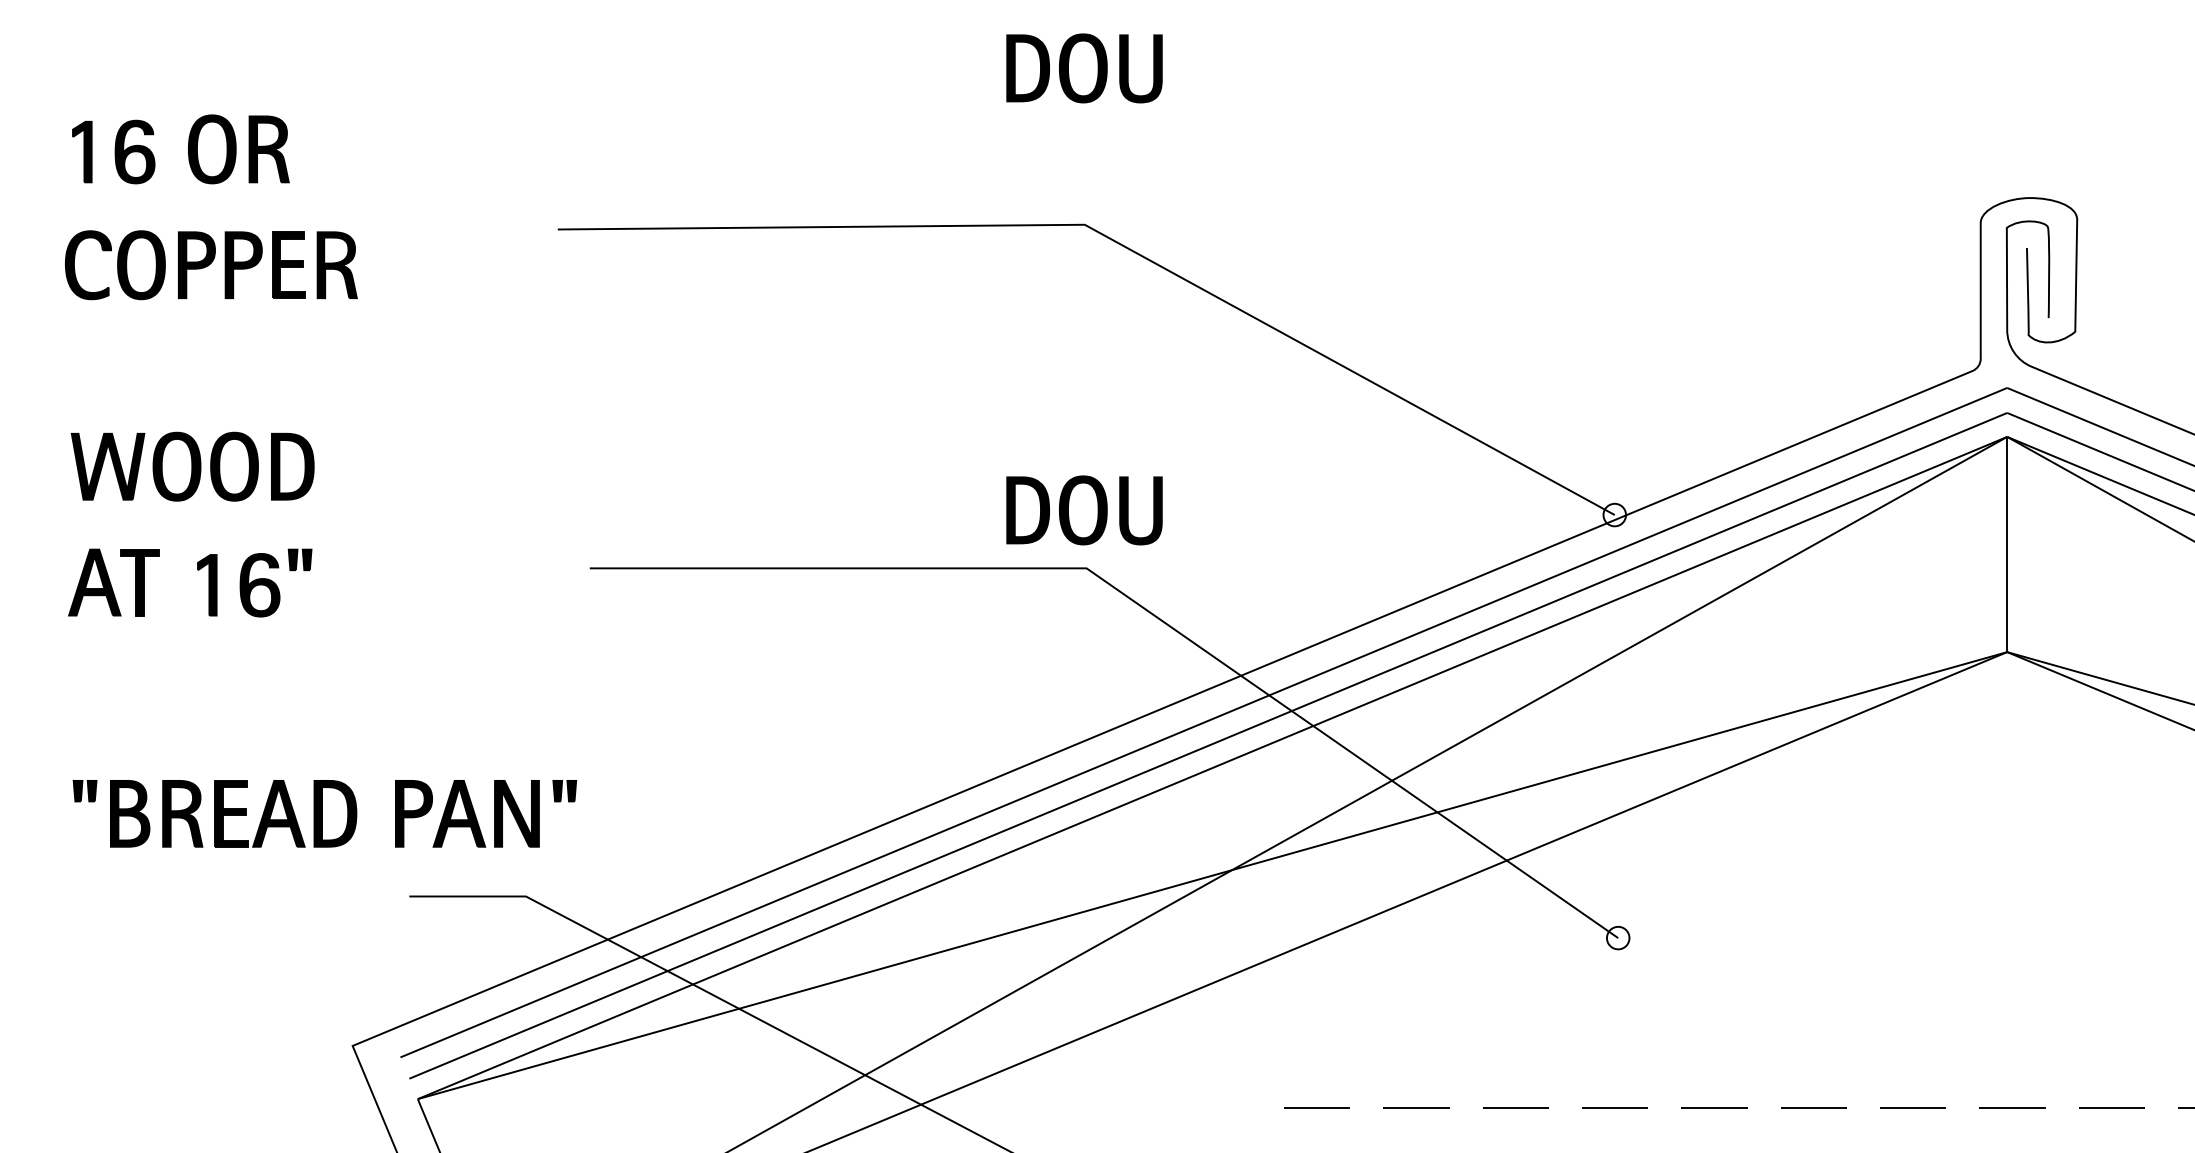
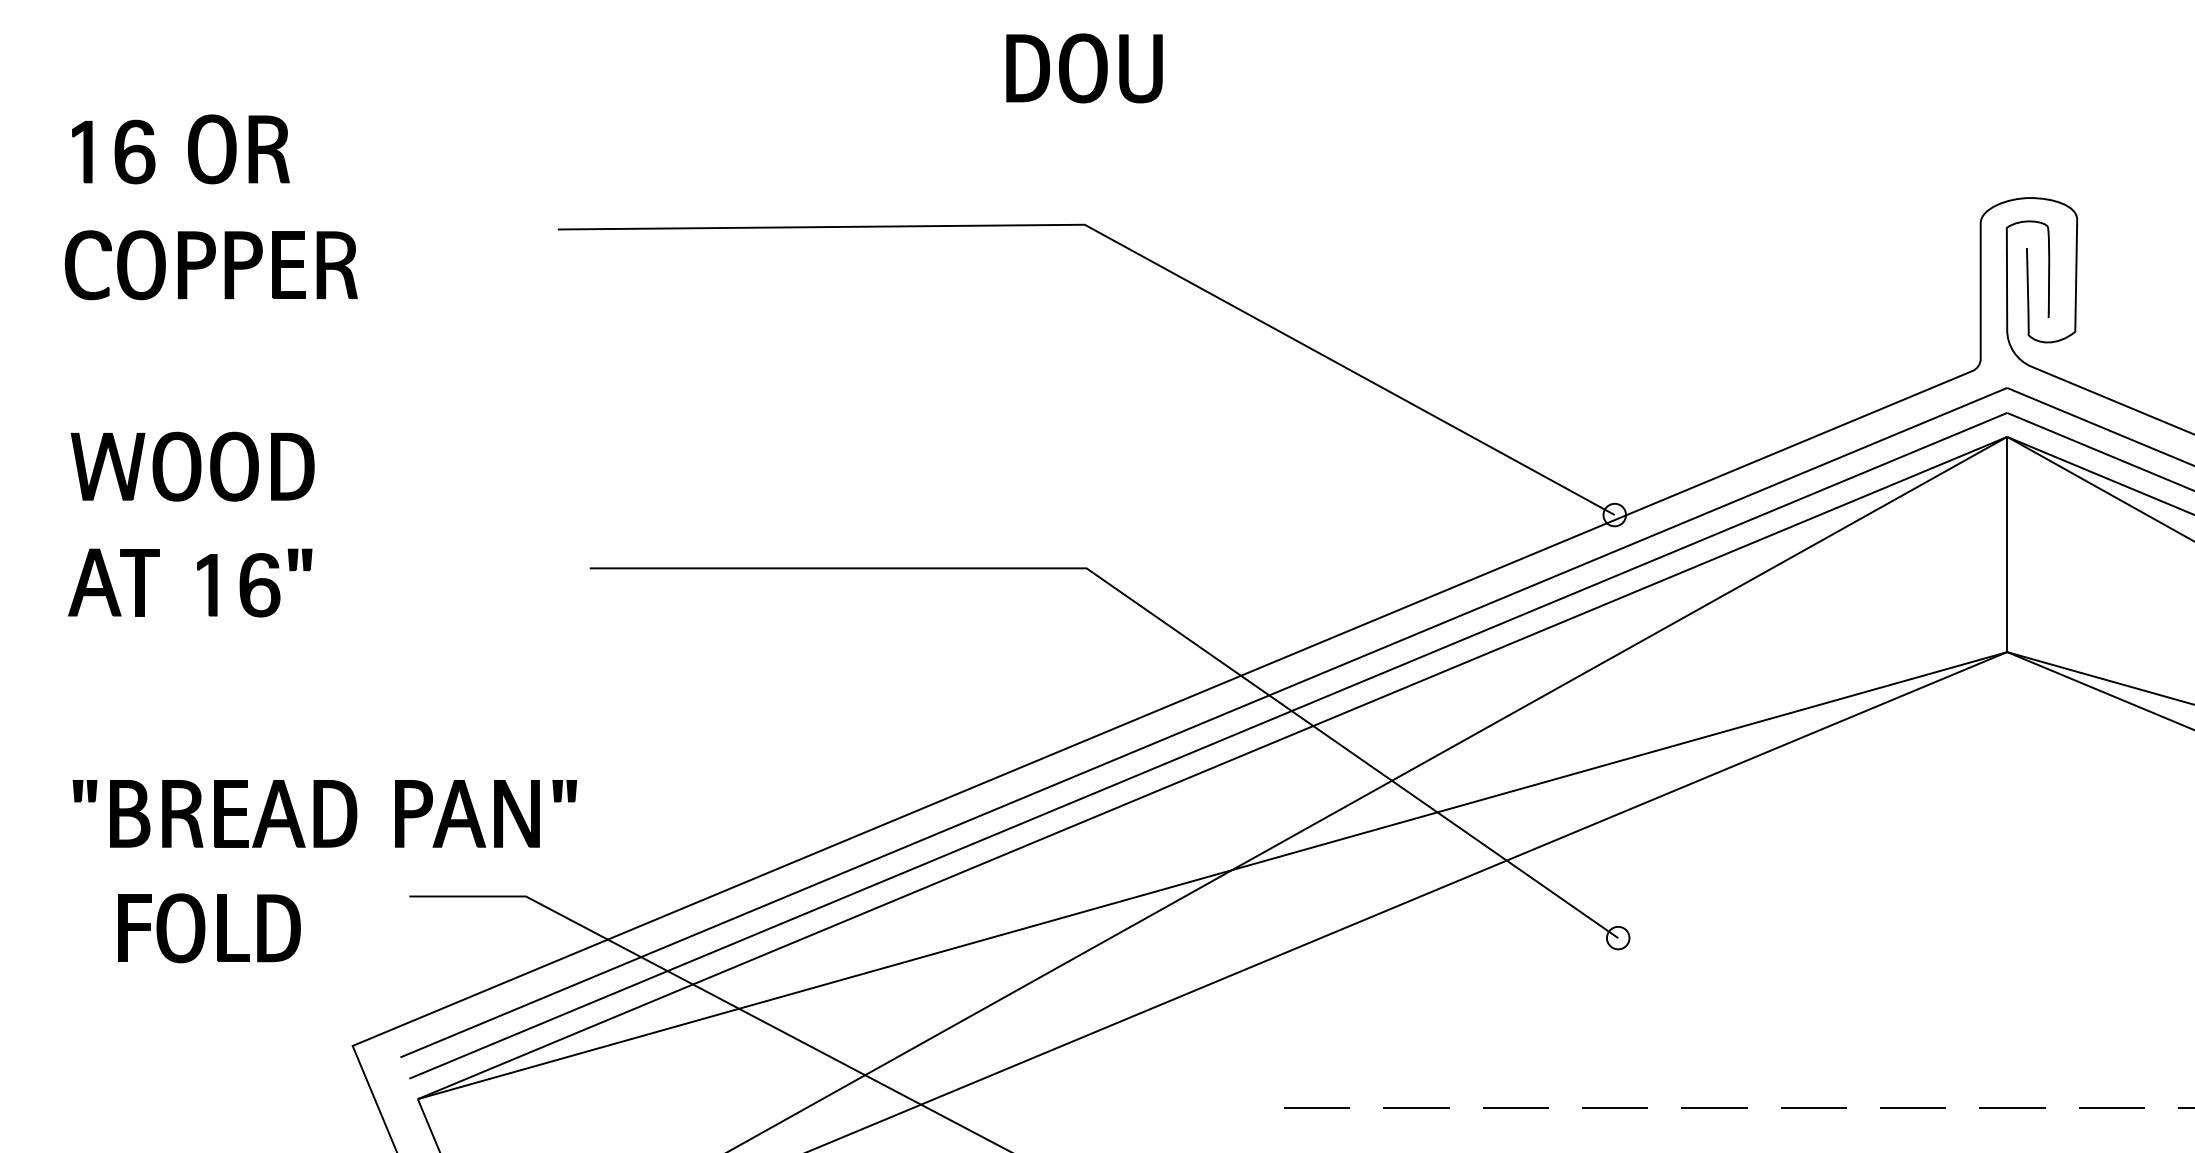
part at (1084, 510): present -> none
part at (209, 928): none -> present
